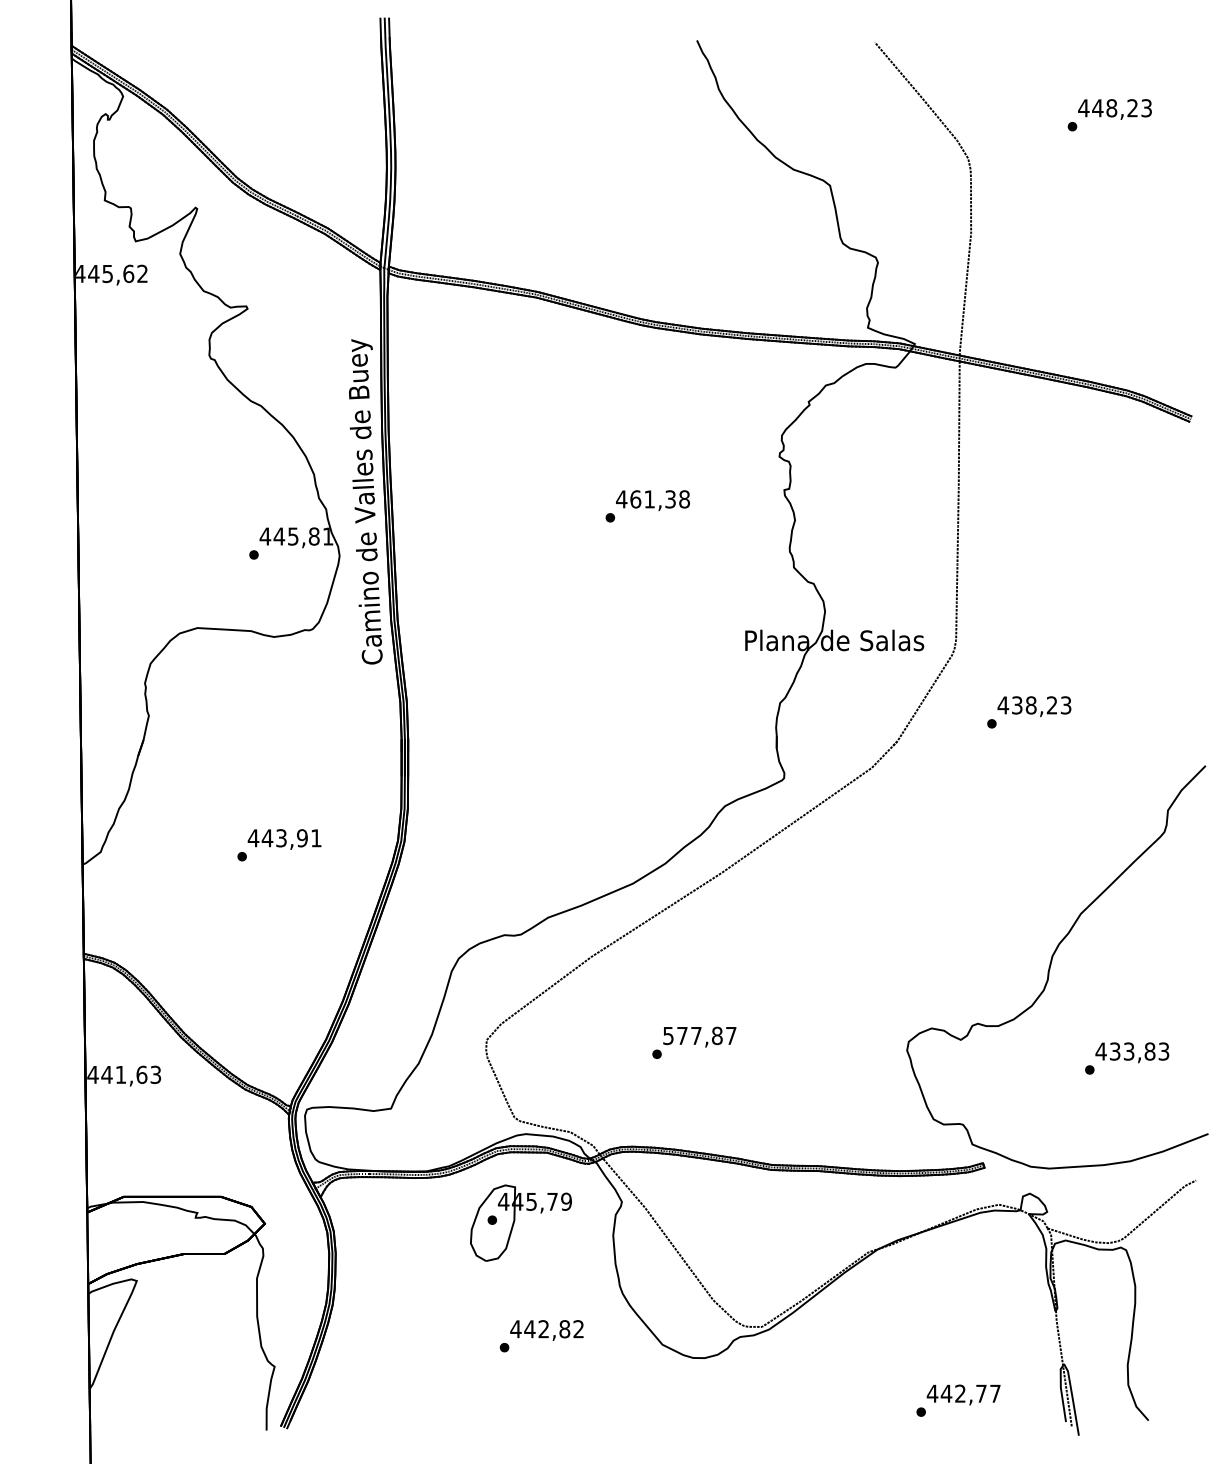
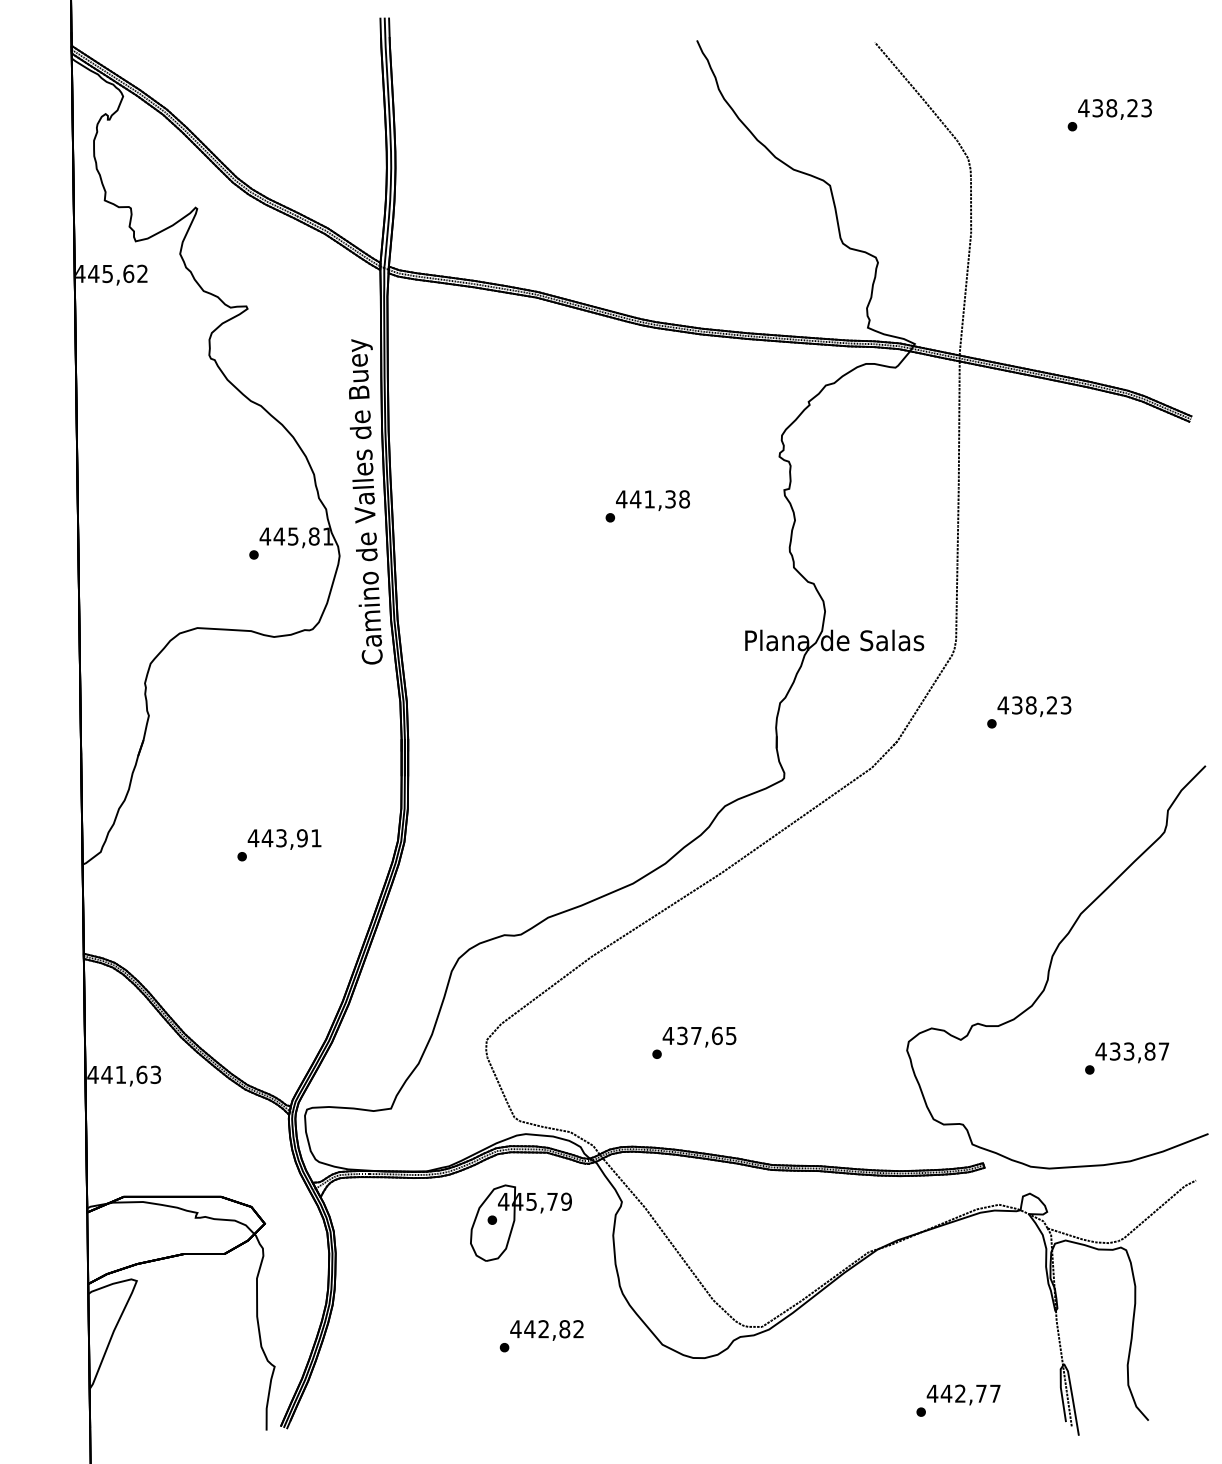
text at (1097, 108): 448,23 -> 438,23
text at (635, 499): 461,38 -> 441,38
text at (699, 1035): 577,87 -> 437,65
text at (1163, 1051): 433,83 -> 433,87
